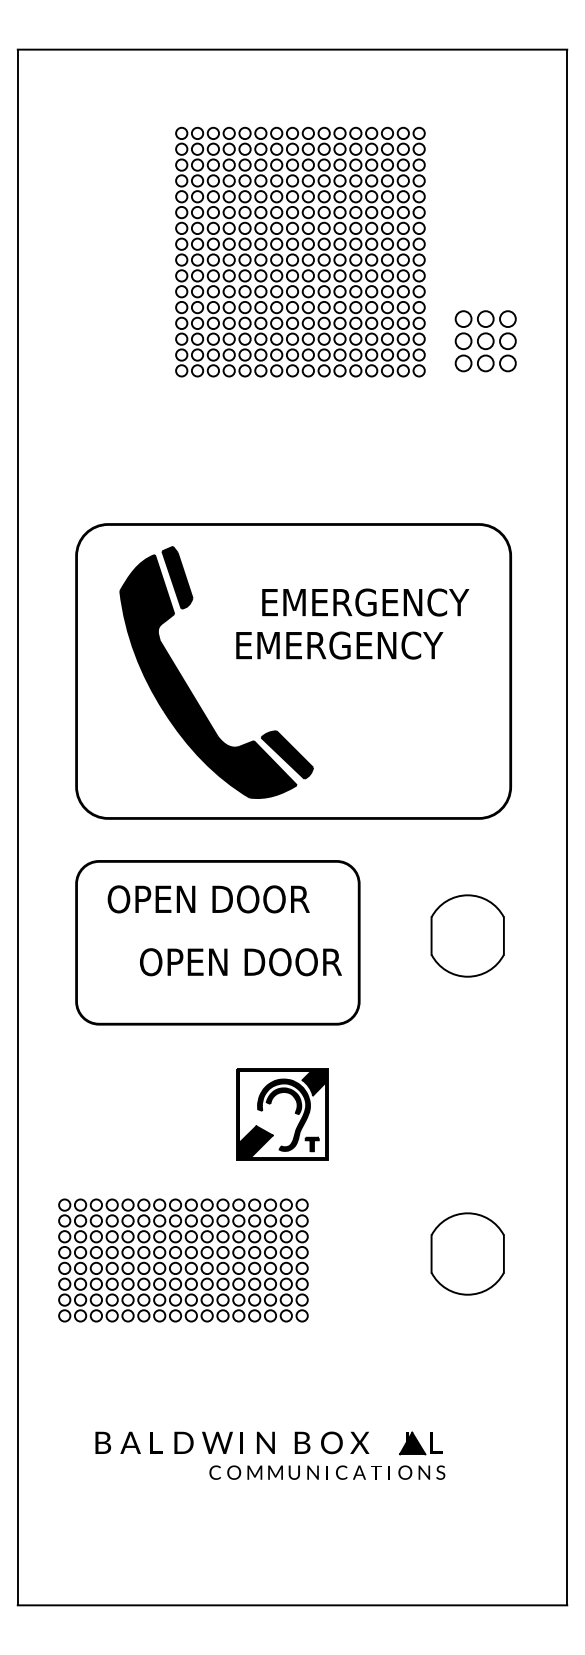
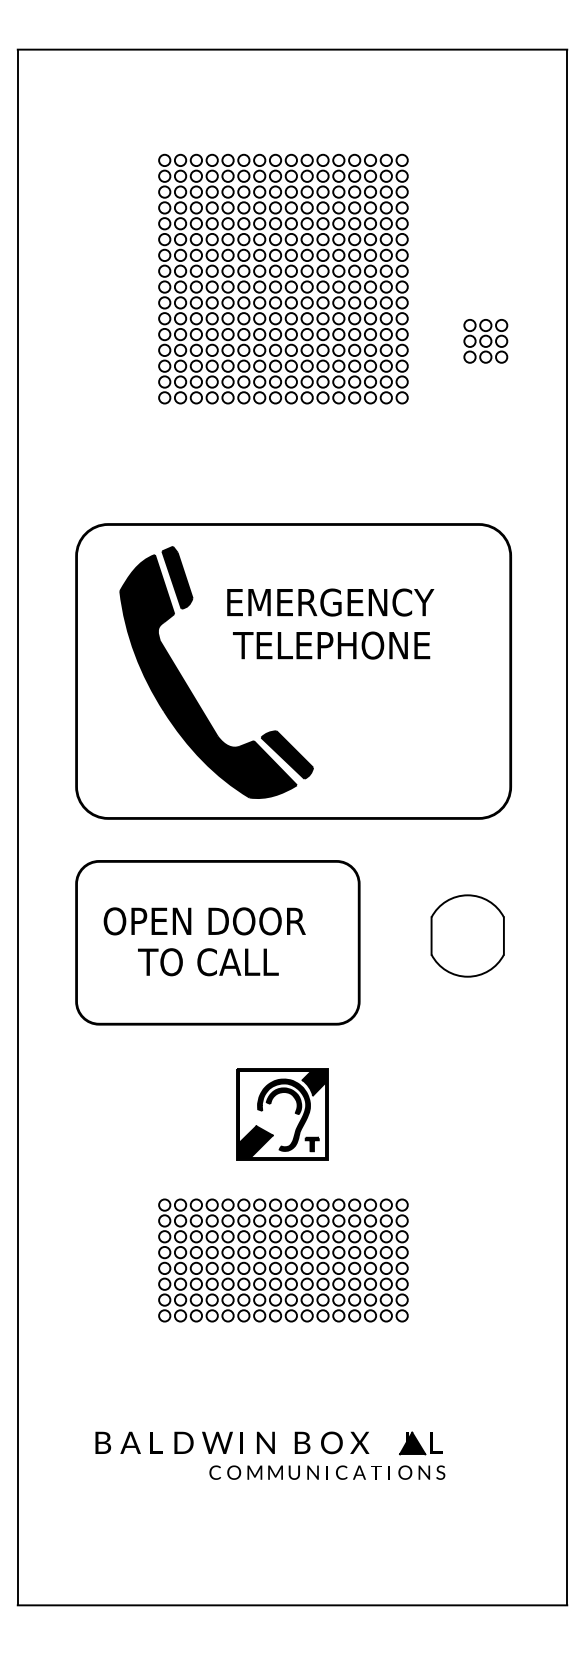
part at (300, 251) position: (300, 251) -> (283, 278)
part at (485, 341) size: 63x63 px -> 46x45 px
text at (365, 602) position: (365, 602) -> (330, 602)
text at (338, 645): EMERGENCY -> TELEPHONE
text at (208, 899) position: (208, 899) -> (204, 921)
text at (239, 962): OPEN DOOR -> TO CALL
part at (467, 1253): present -> none
part at (183, 1260) position: (183, 1260) -> (283, 1260)
